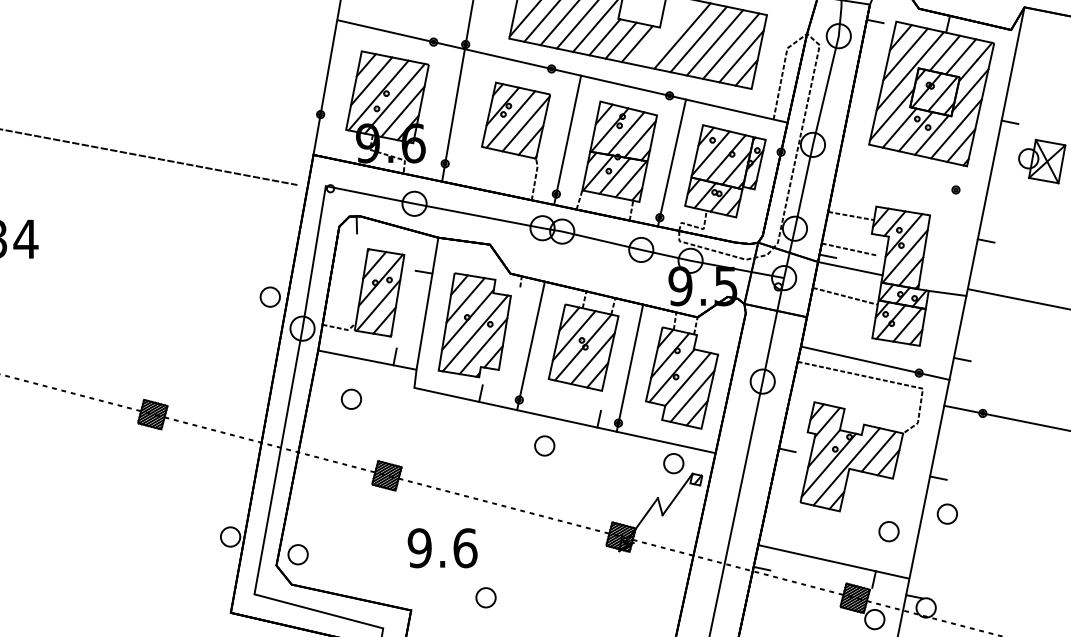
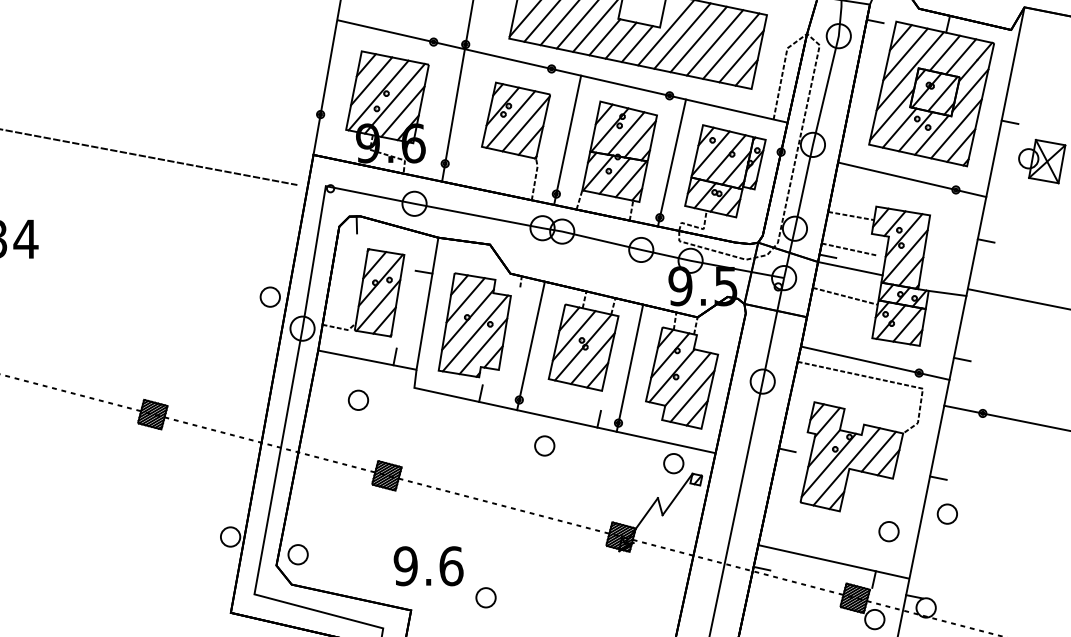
line at (665, 33): none -> present
line at (912, 179): none -> present
part at (351, 398) position: (351, 398) -> (358, 399)
text at (442, 548) position: (442, 548) -> (428, 566)
